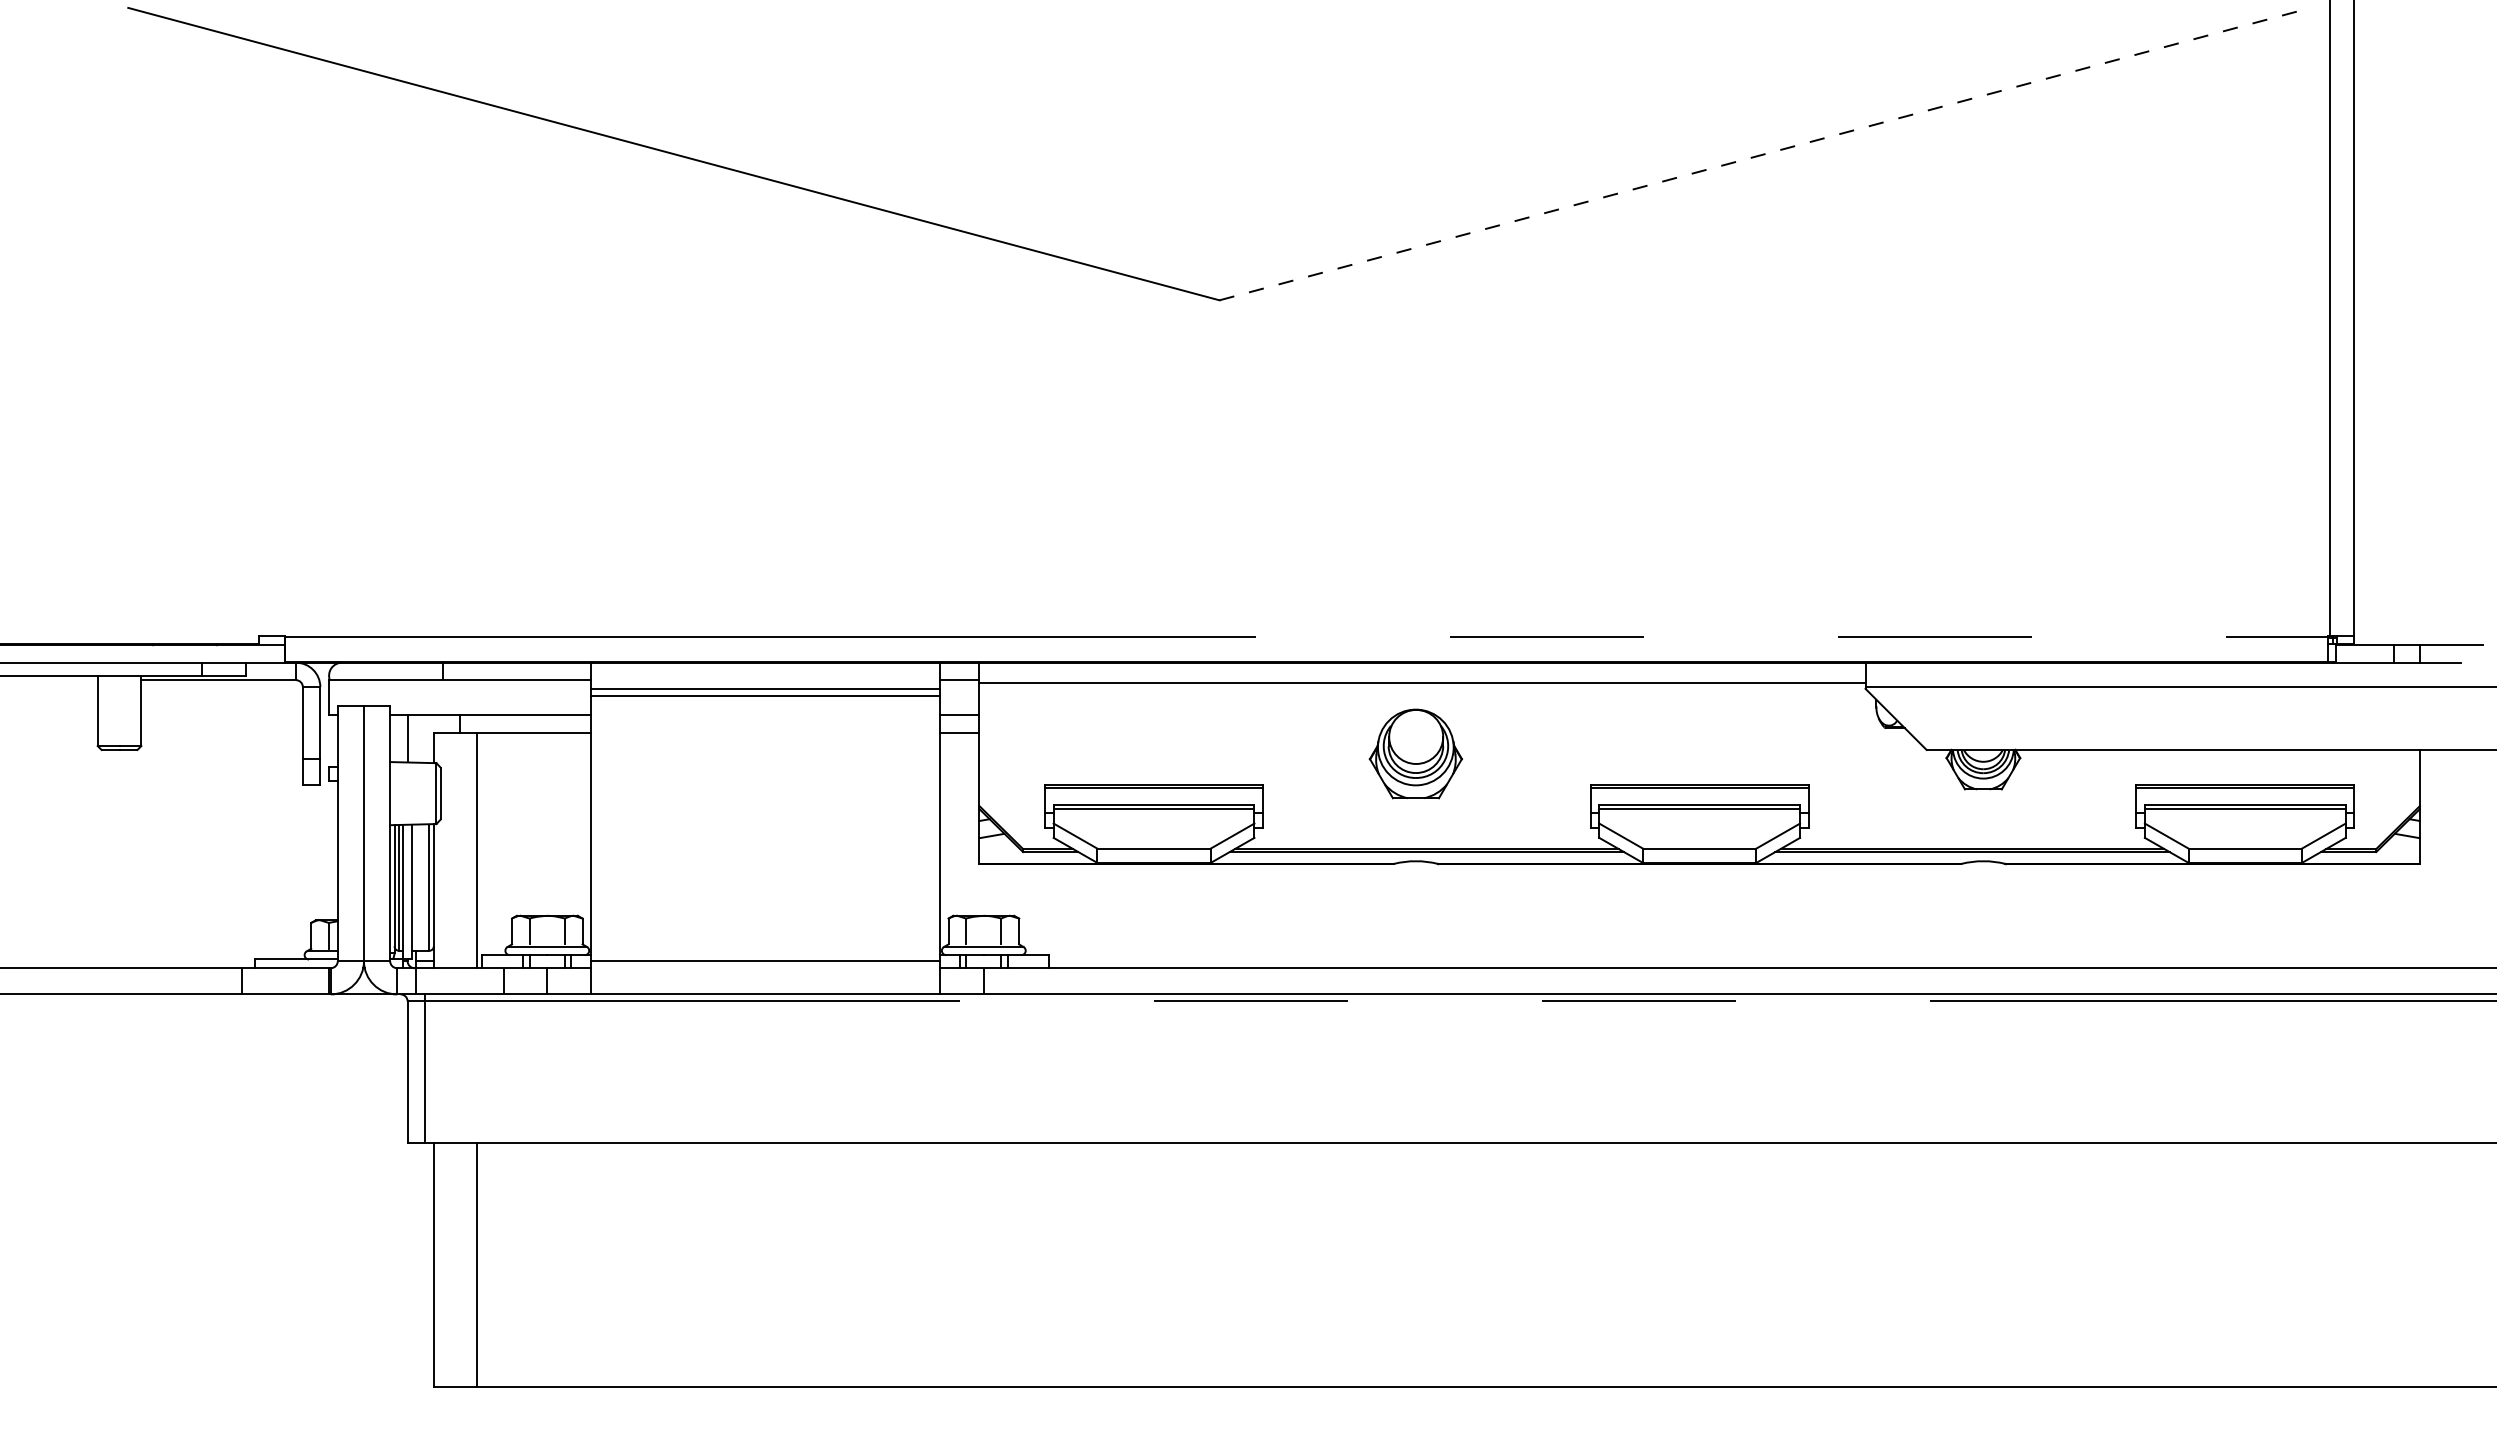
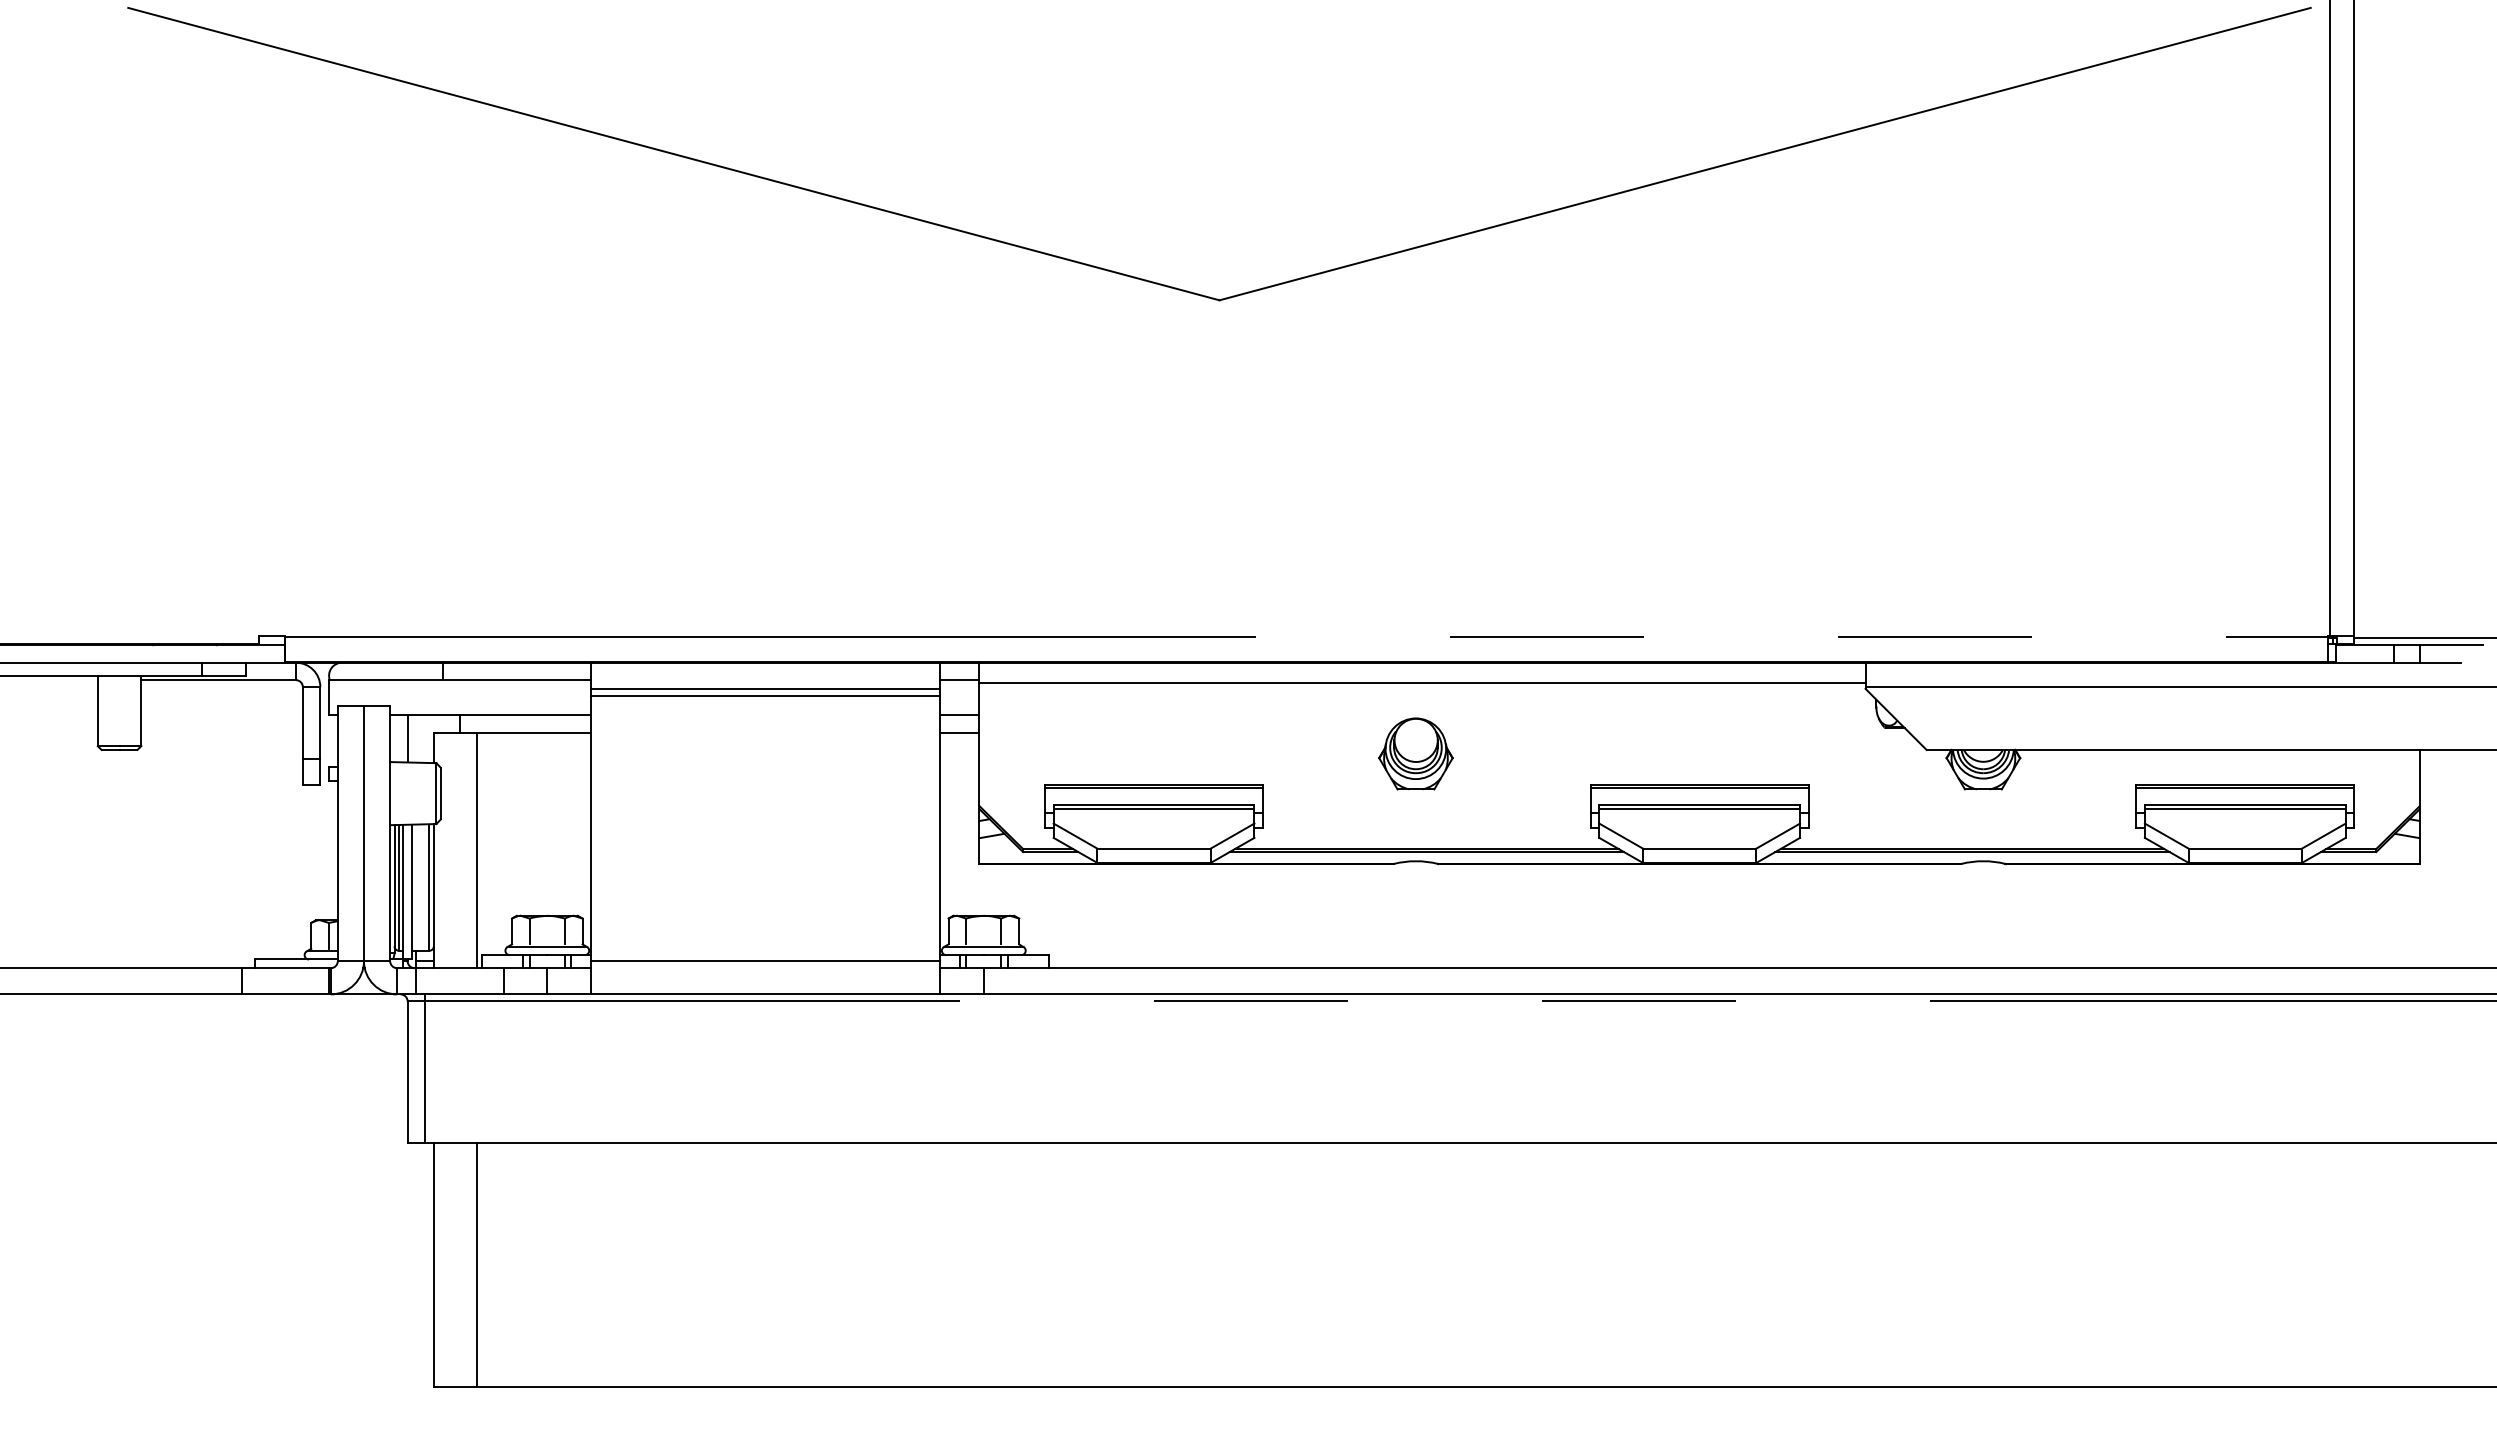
line at (1765, 154): dashed -> solid
line at (2423, 638): none -> present
part at (1415, 753) size: 95x92 px -> 76x74 px
